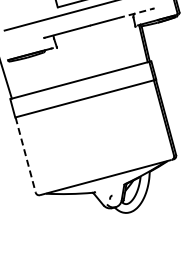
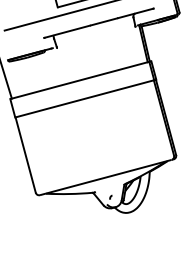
line at (136, 13): dashed -> solid
line at (25, 155): dashed -> solid
